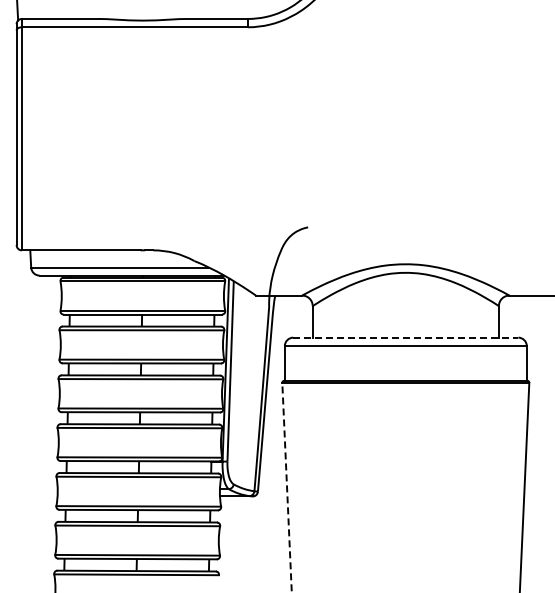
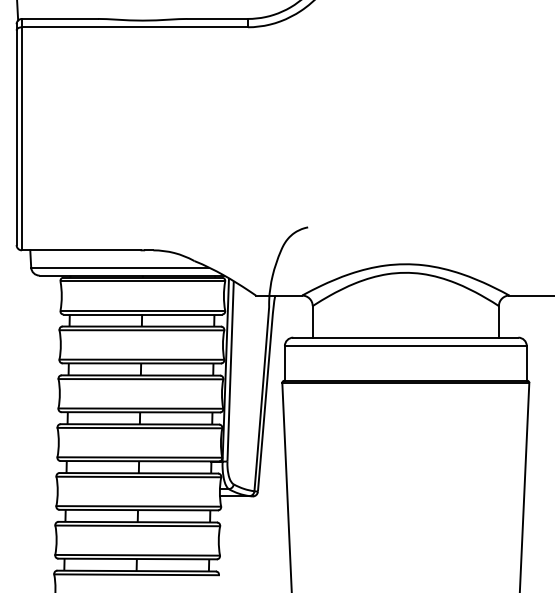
line at (405, 337): dashed -> solid
line at (287, 487): dashed -> solid
